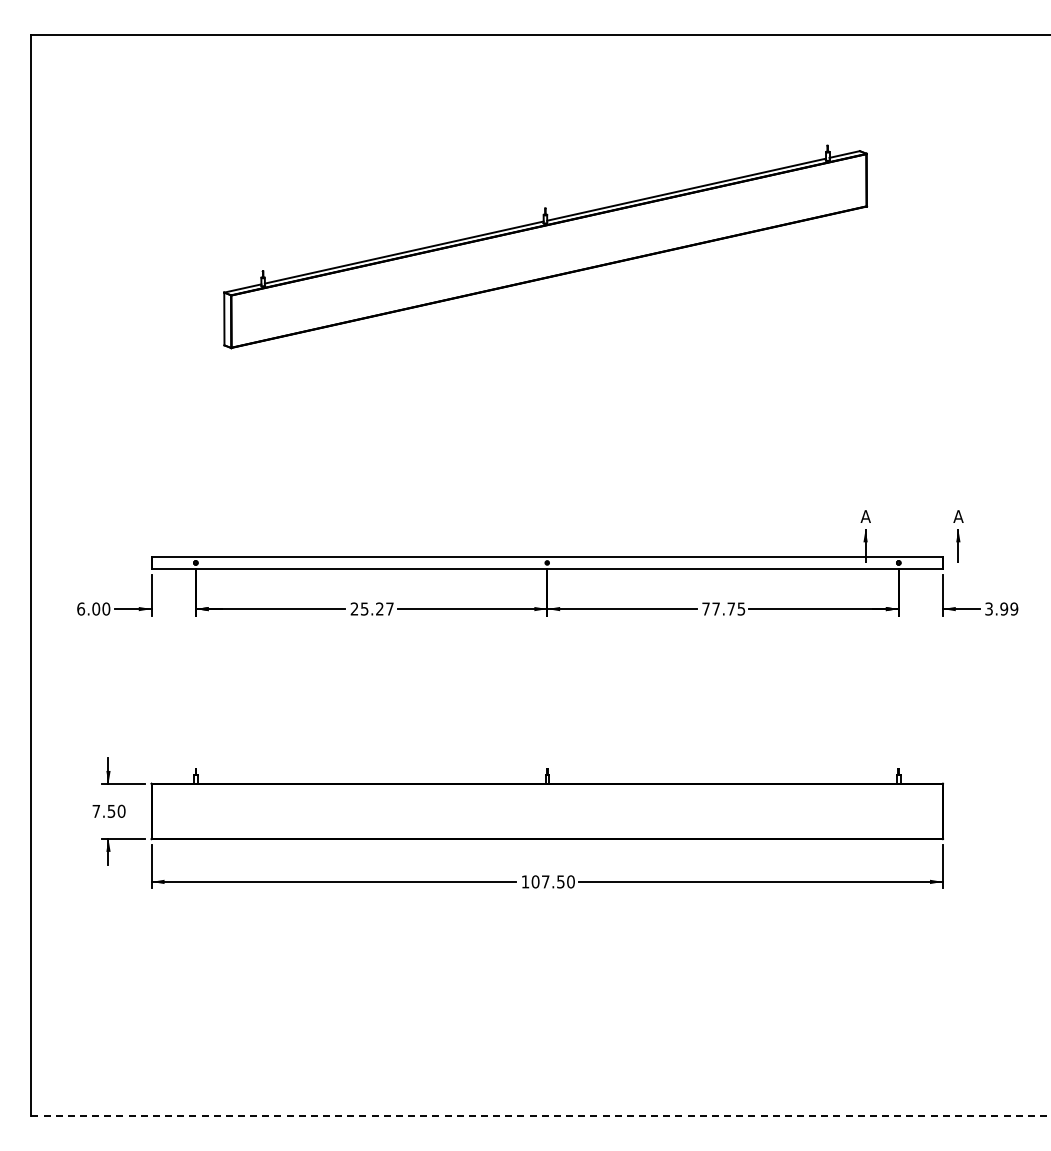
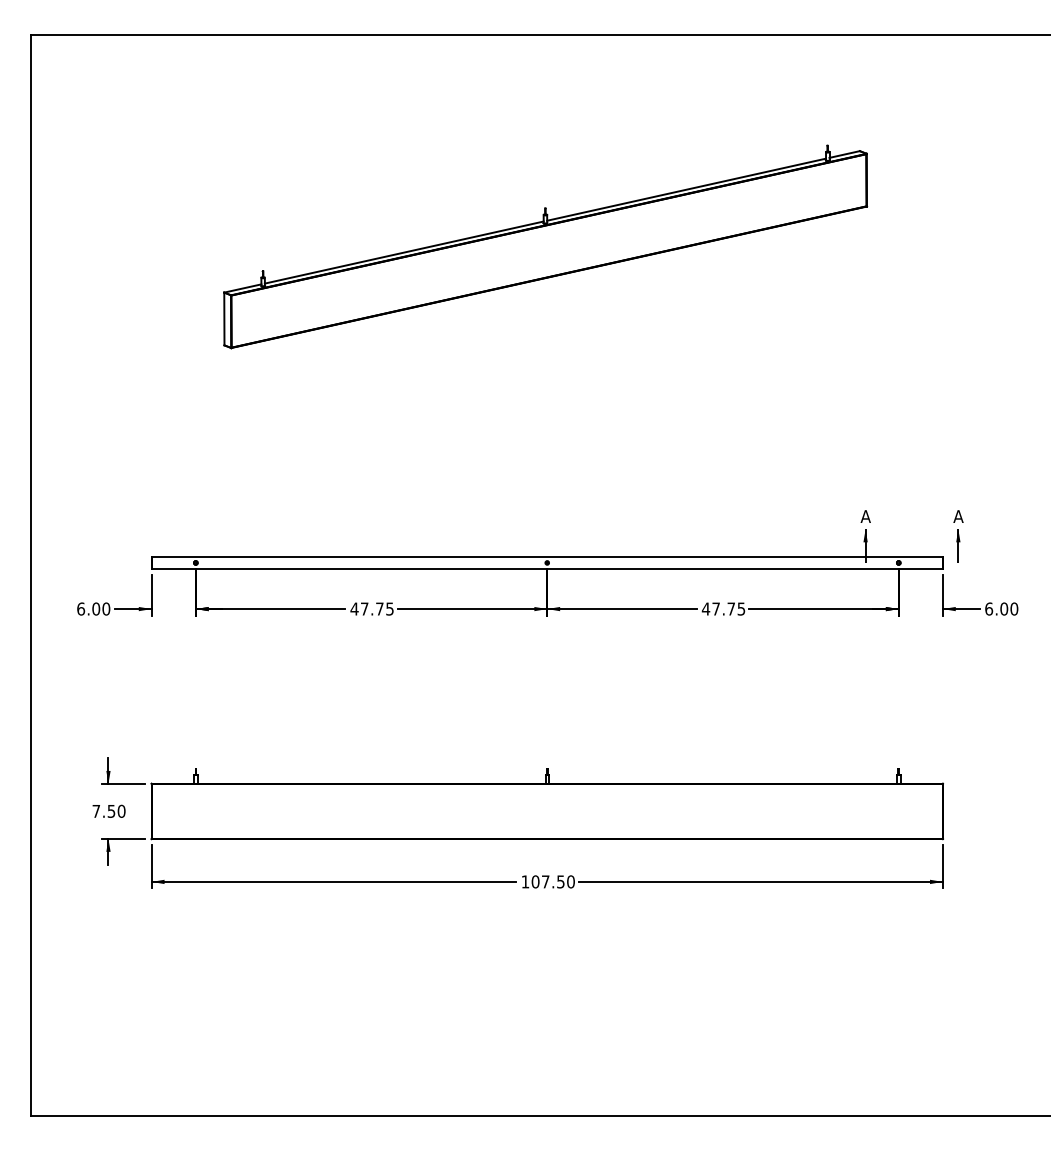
text at (371, 608): 25.27 -> 47.75
text at (705, 608): 77.75 -> 47.75
text at (1001, 608): 3.99 -> 6.00
line at (541, 1116): dashed -> solid
